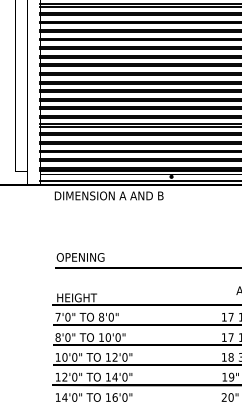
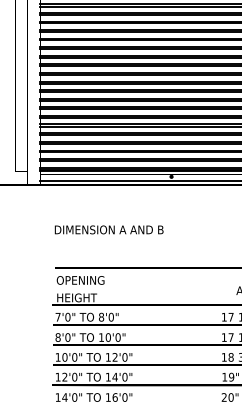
text at (108, 195) position: (108, 195) -> (108, 229)
text at (80, 257) position: (80, 257) -> (80, 280)
